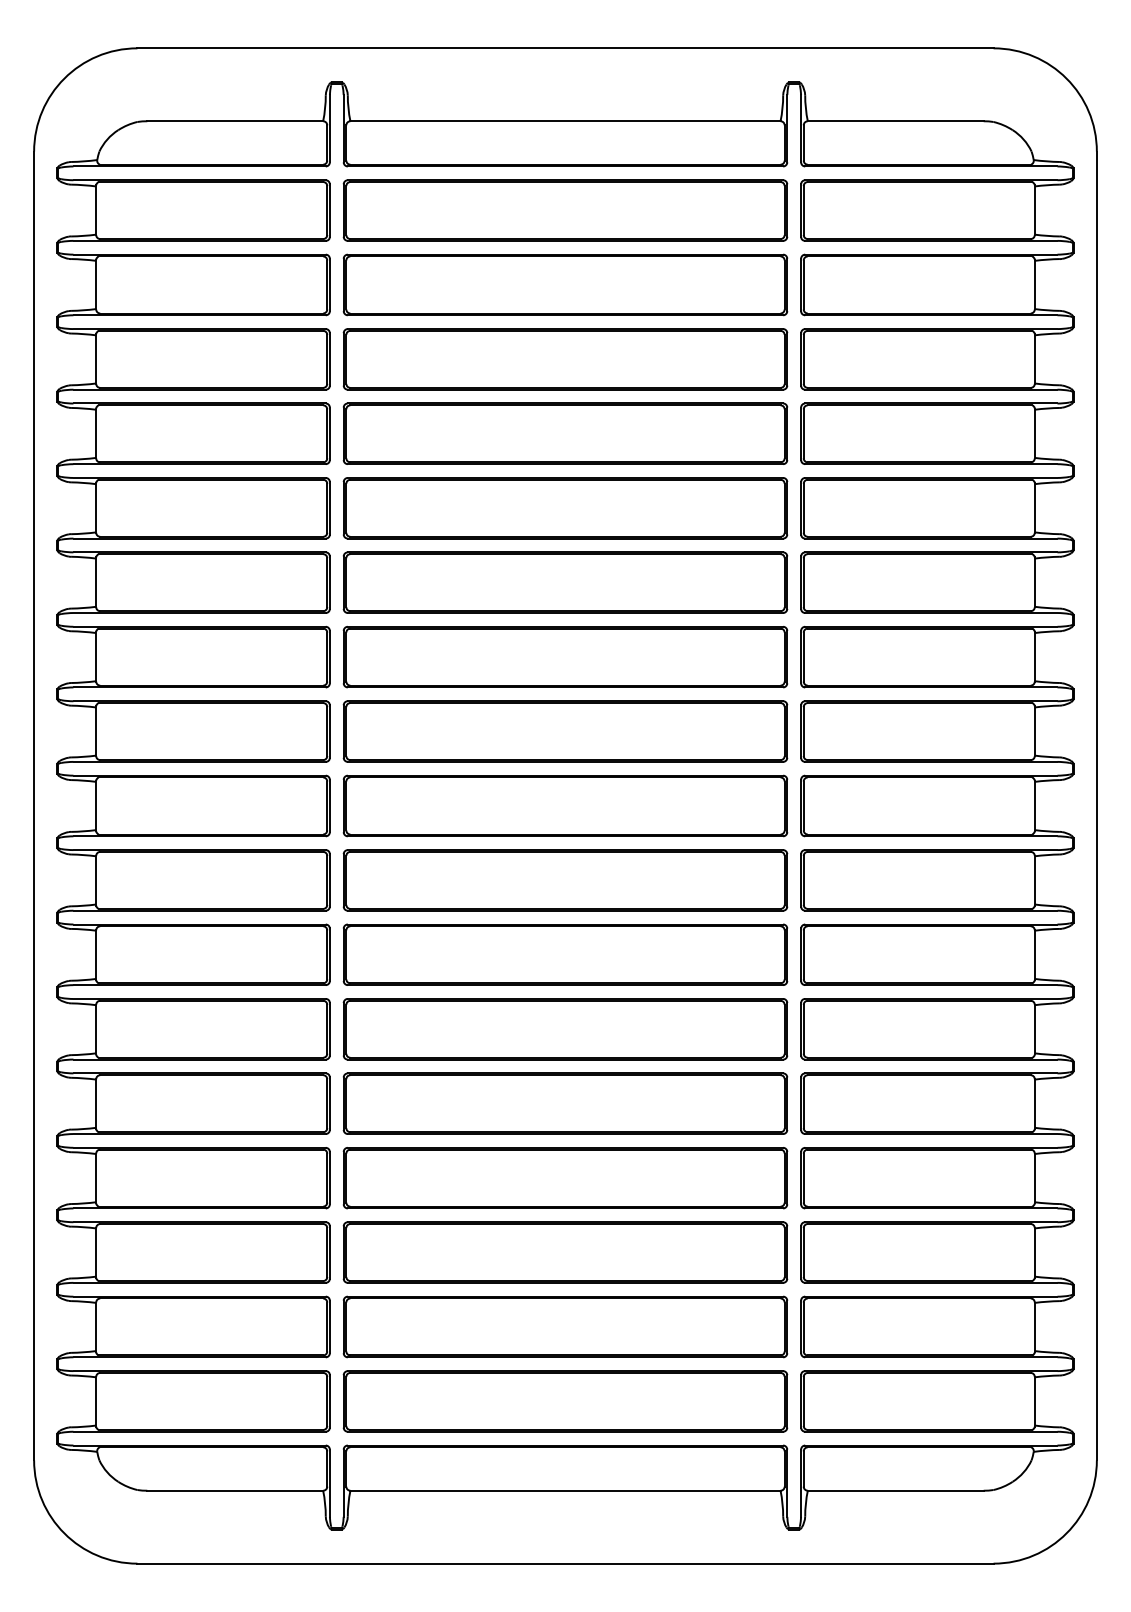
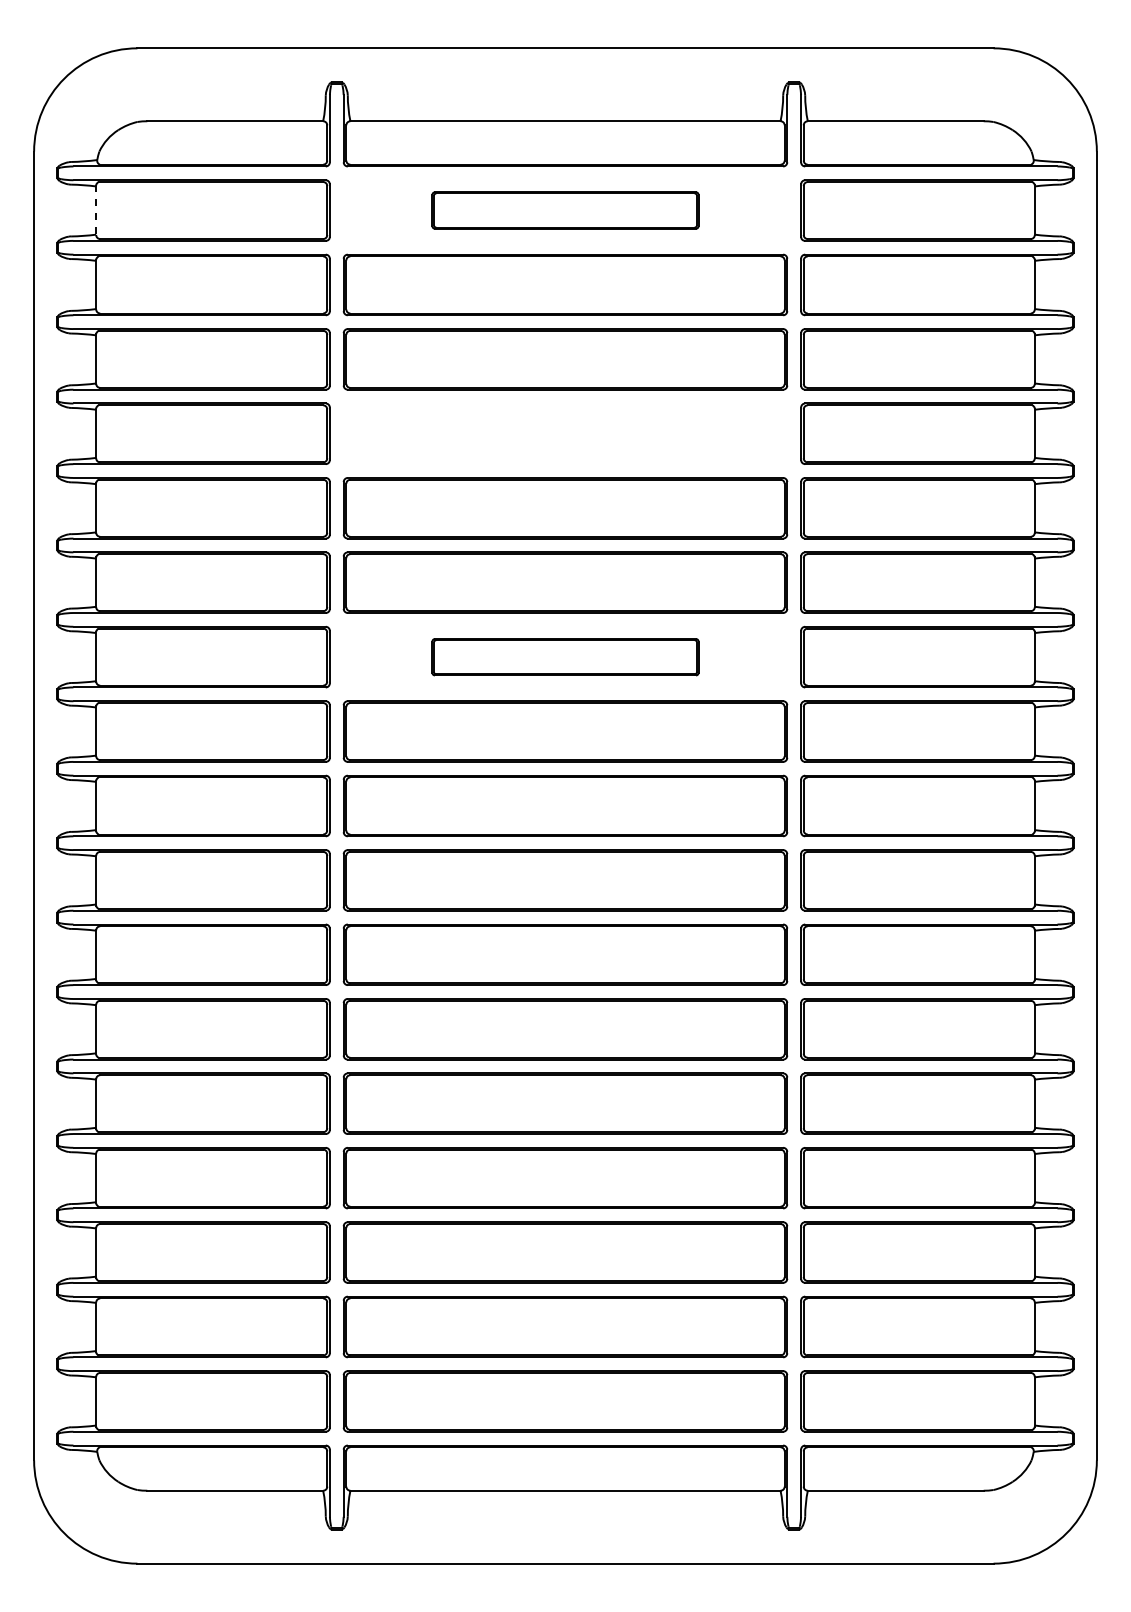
line at (96, 210): solid -> dashed
part at (565, 210) size: 447x63 px -> 269x39 px
part at (565, 433): present -> none
part at (565, 657) size: 447x63 px -> 269x39 px
